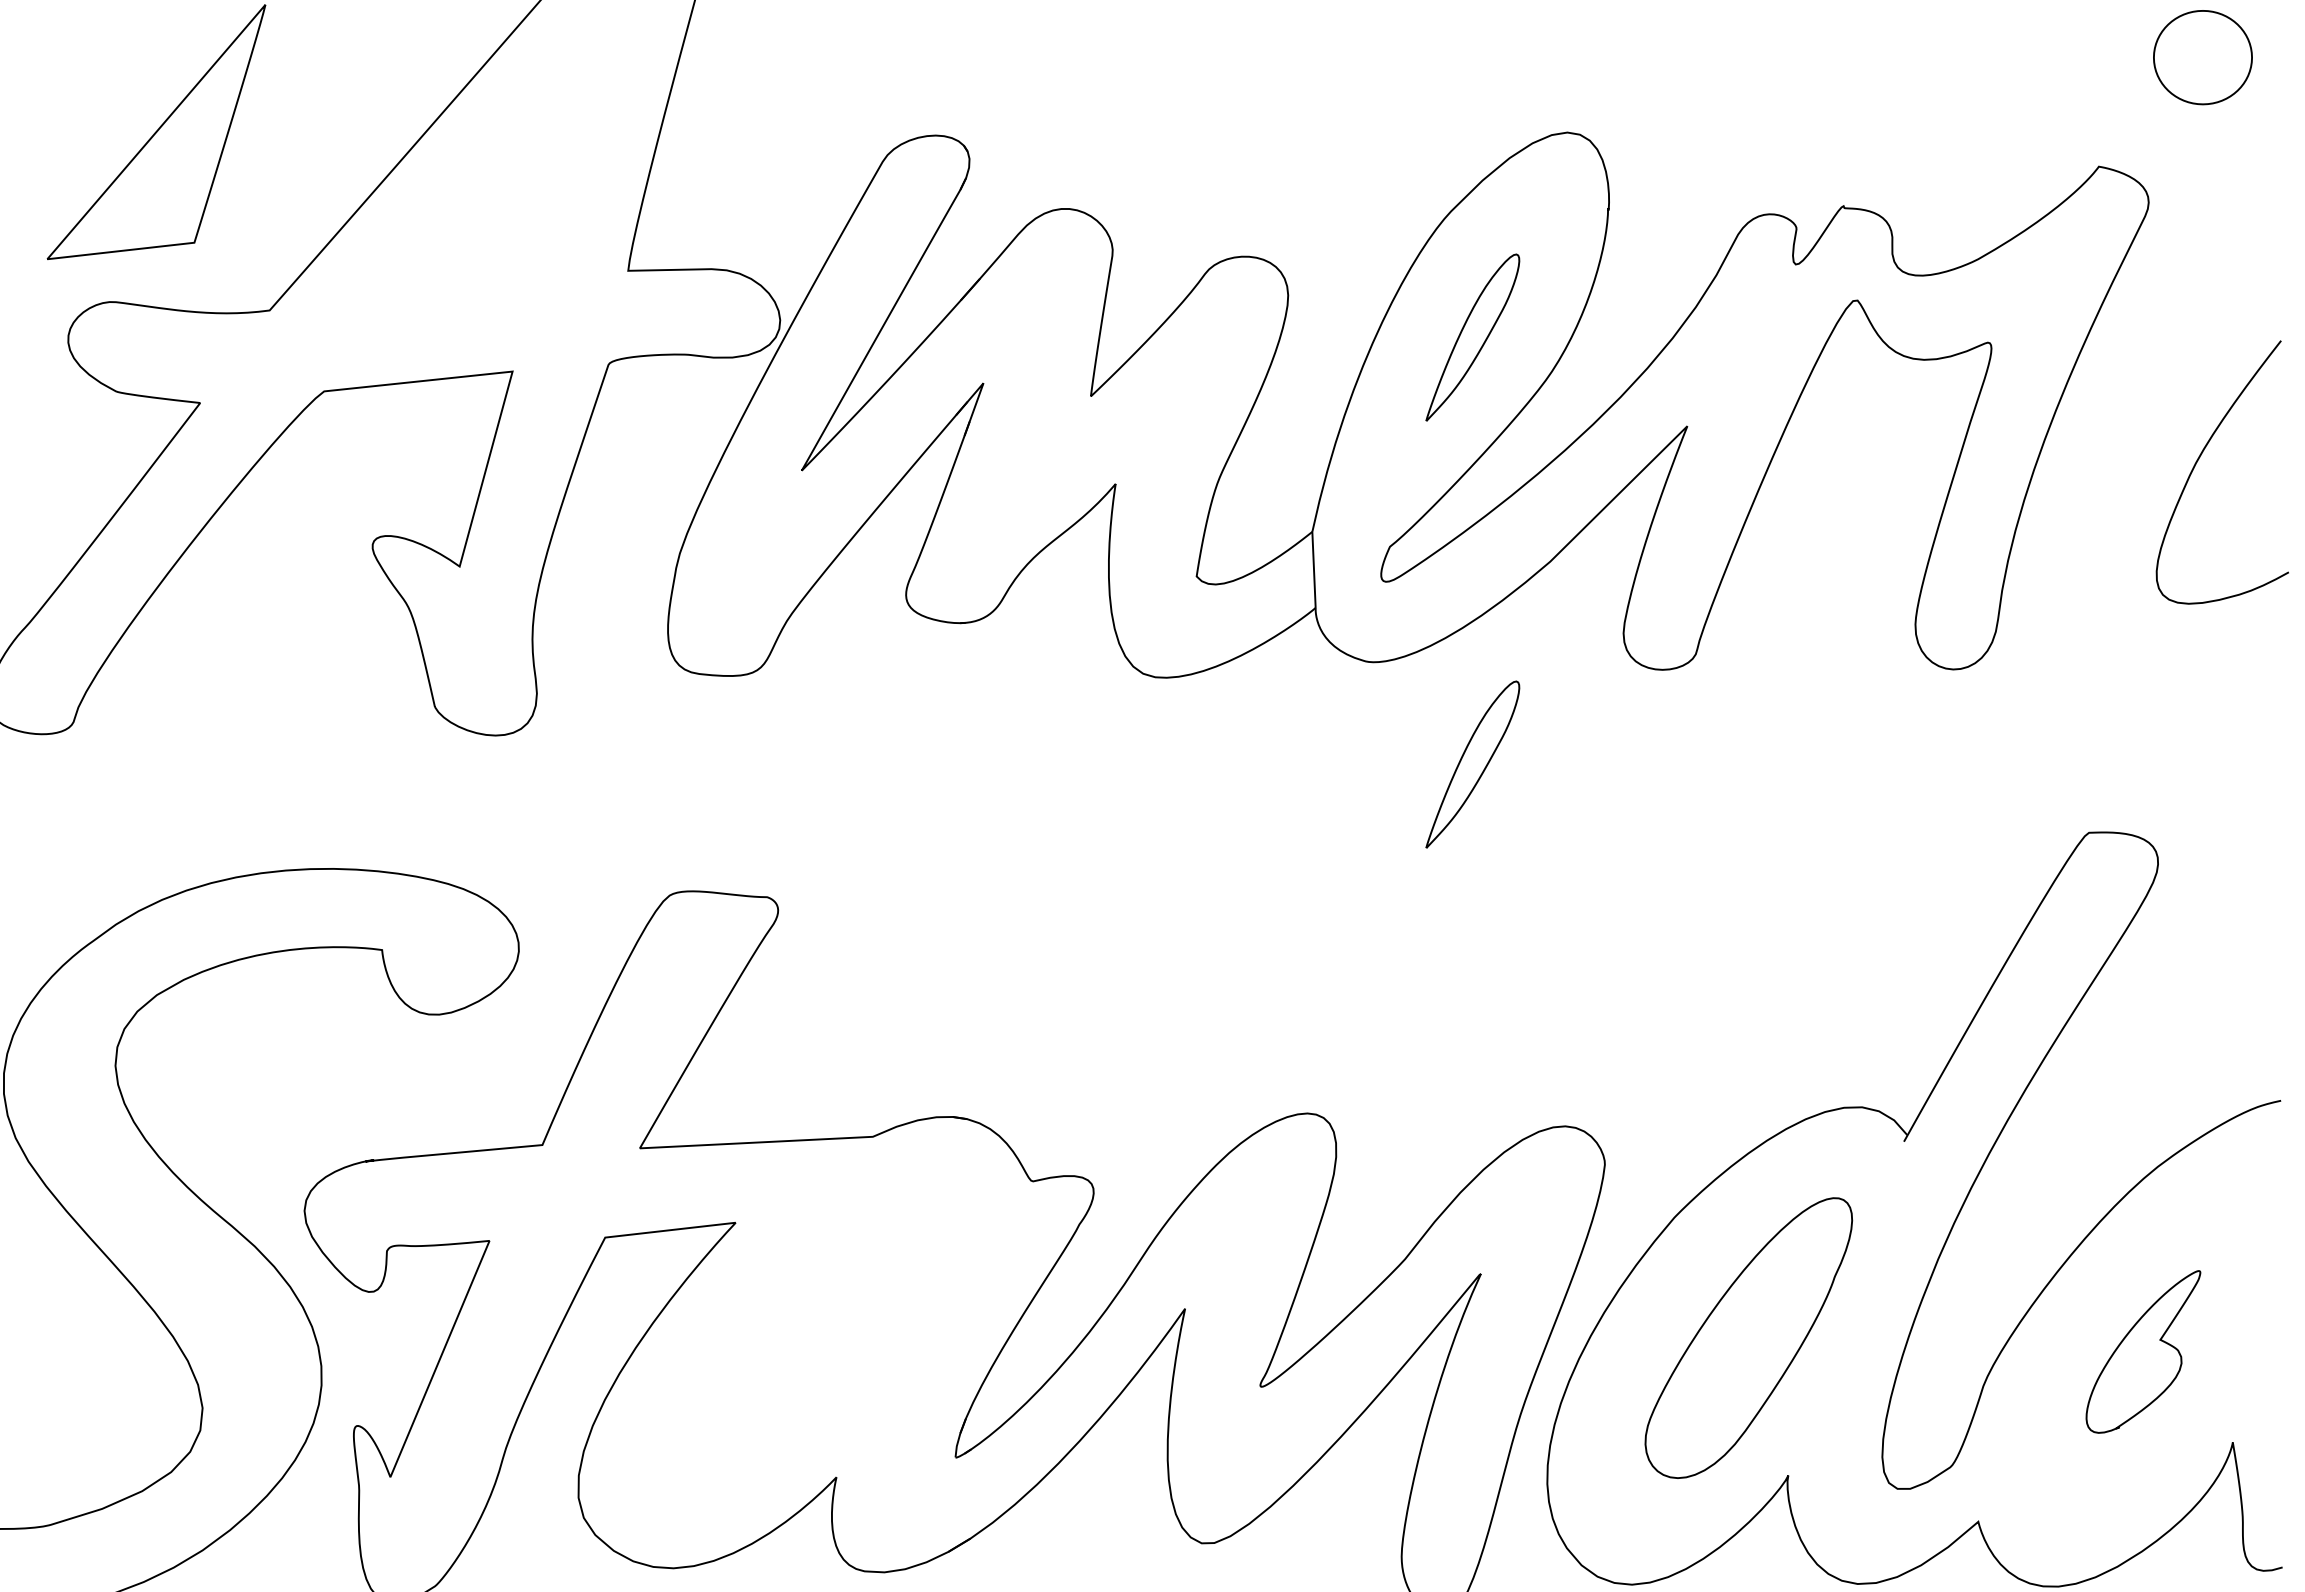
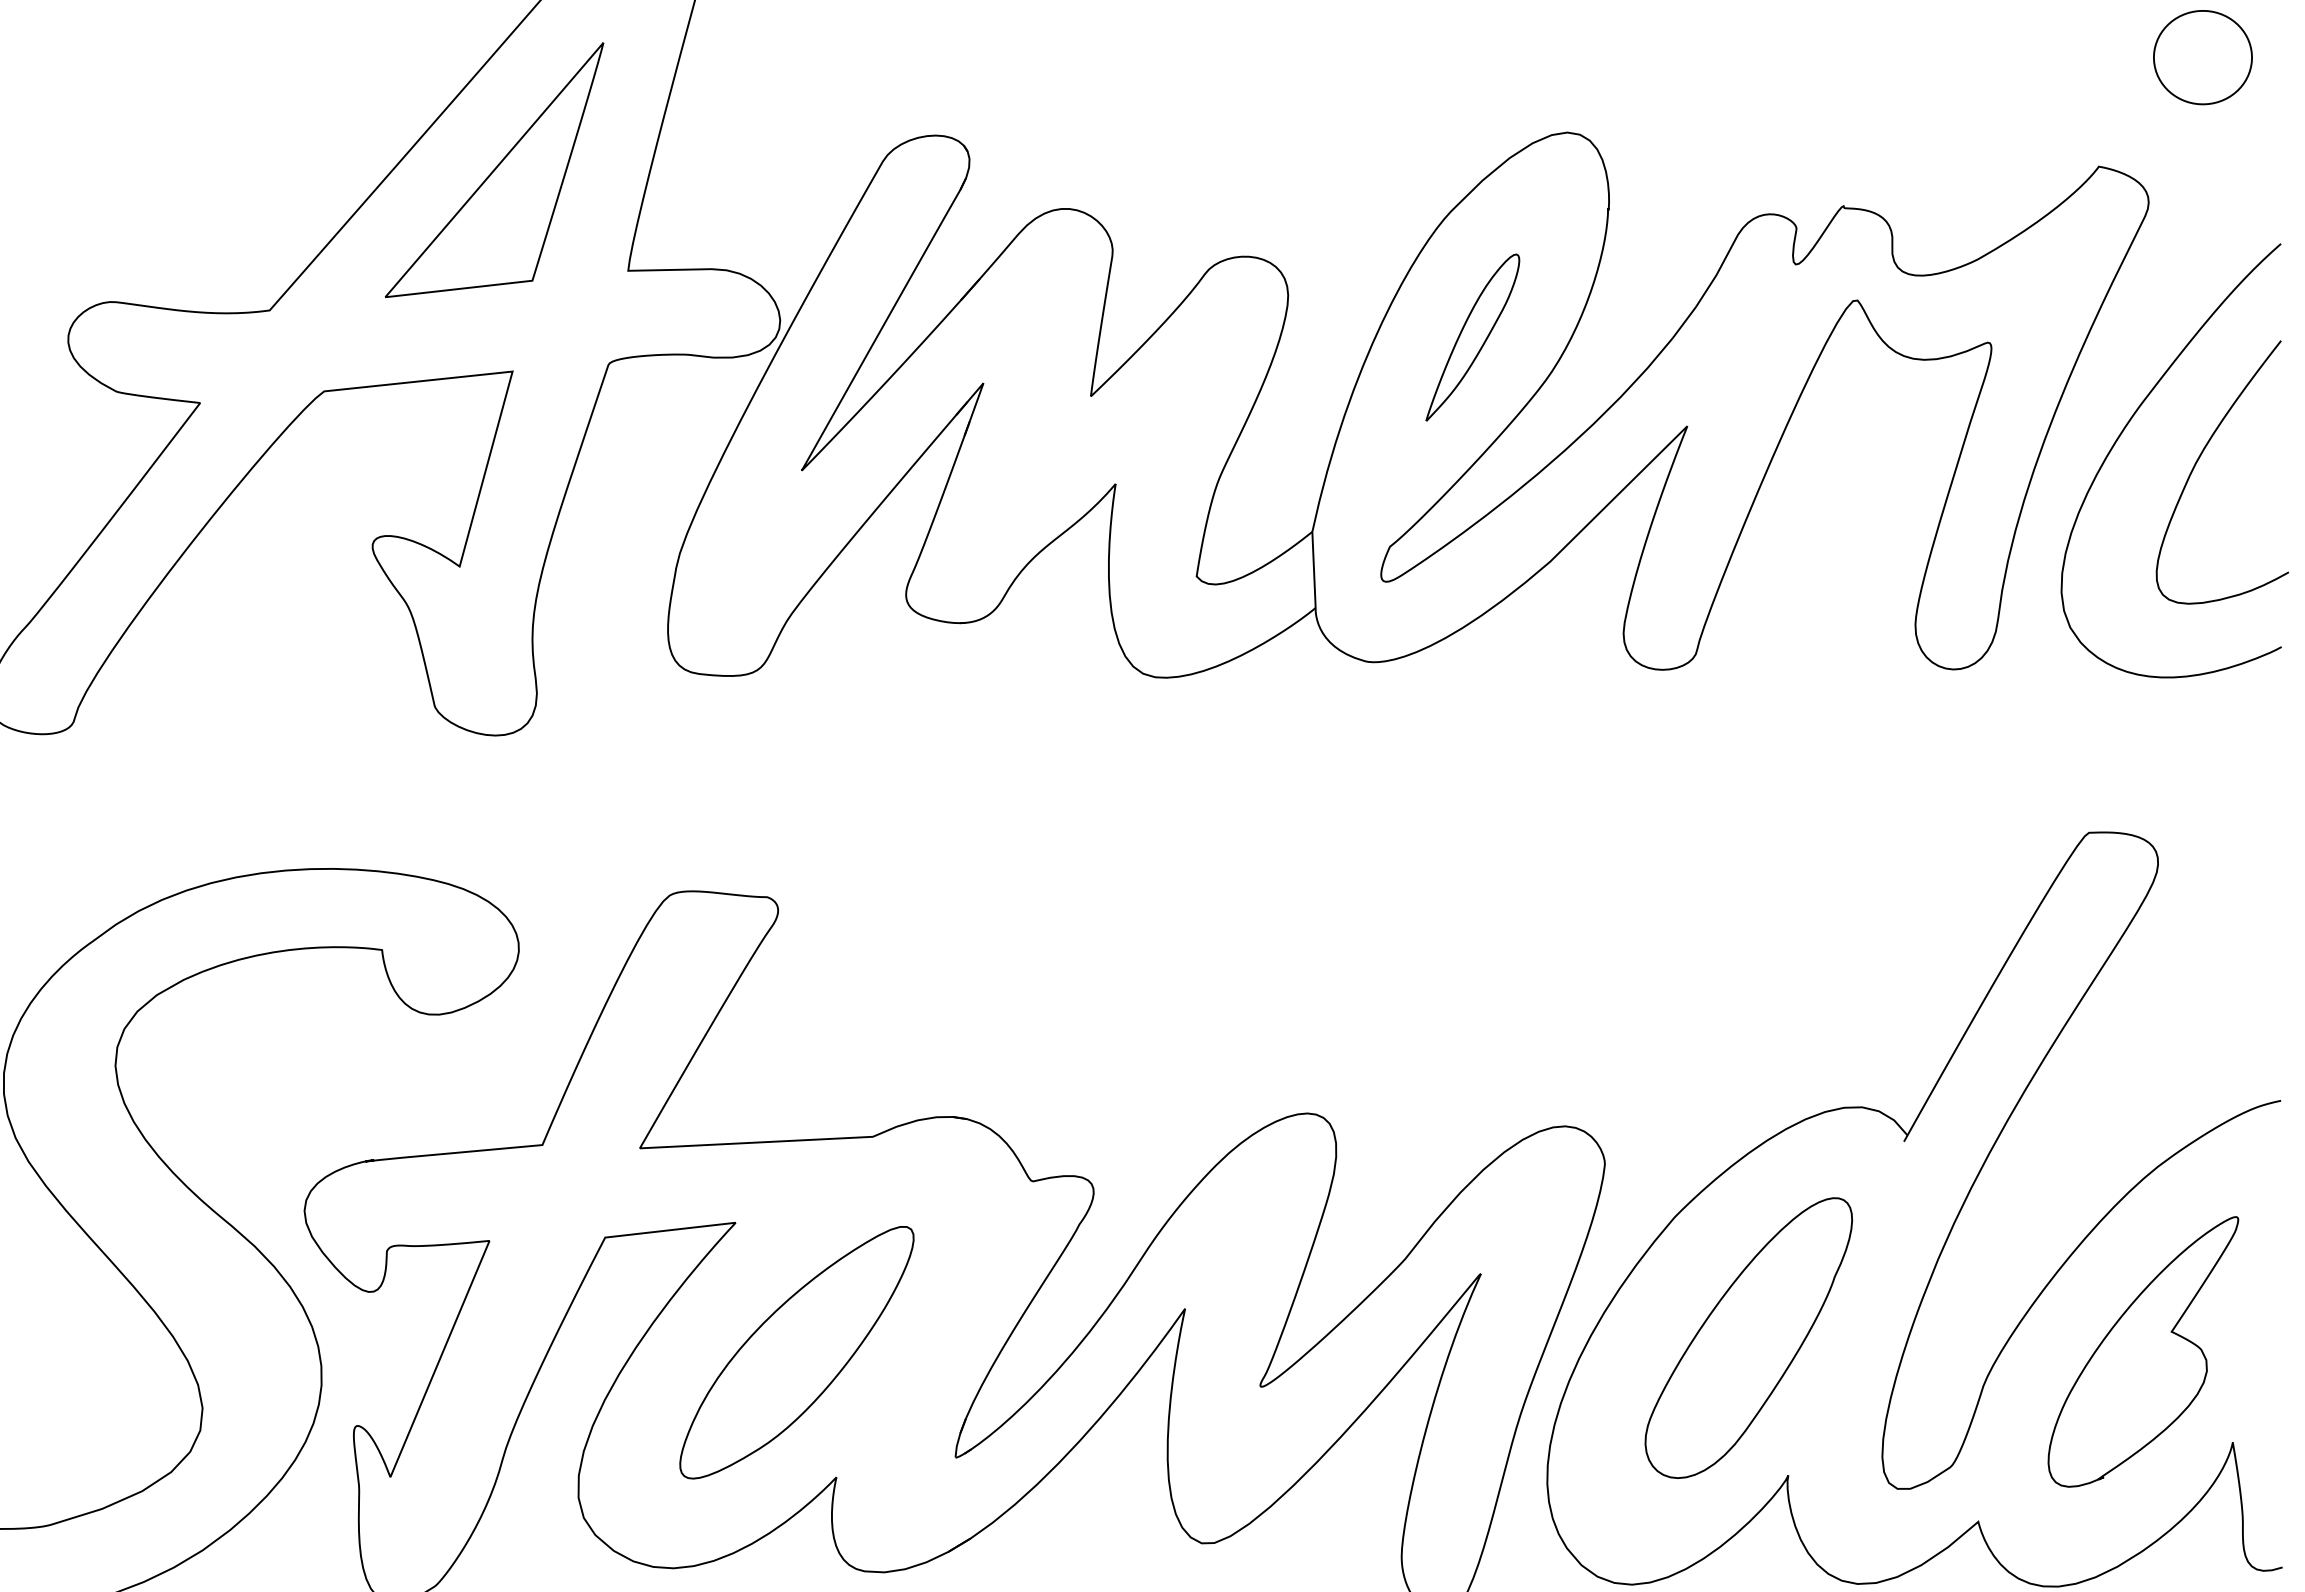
part at (156, 131) position: (156, 131) -> (494, 169)
curve at (2124, 430): none -> present
part at (1472, 764): present -> none
part at (2143, 1351) size: 117x164 px -> 193x272 px
part at (796, 1352): none -> present
